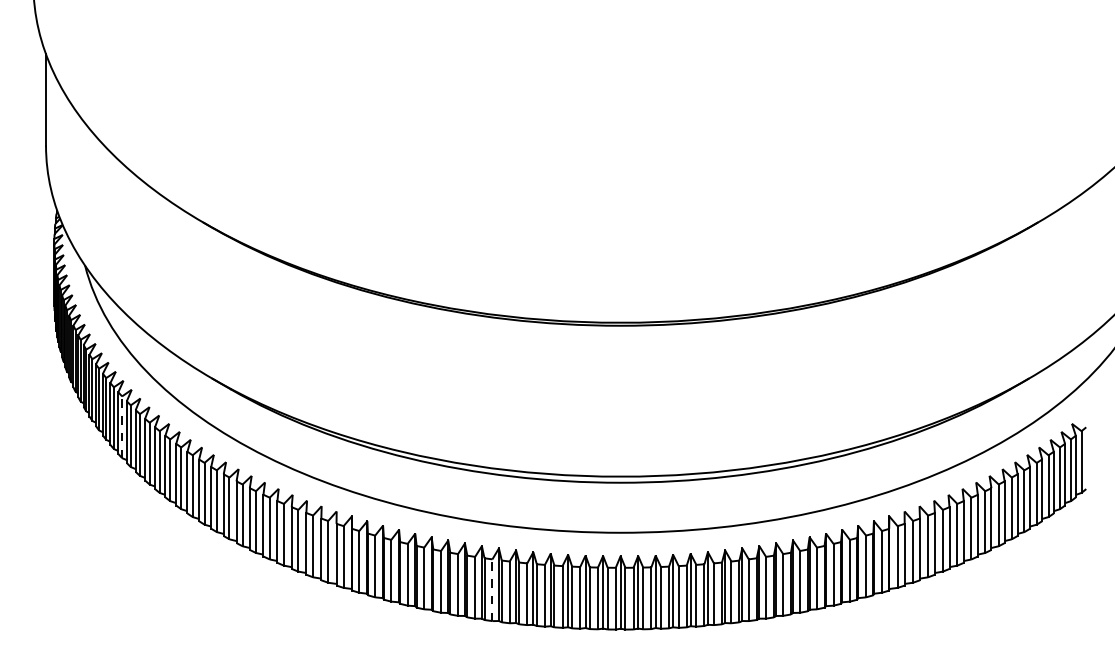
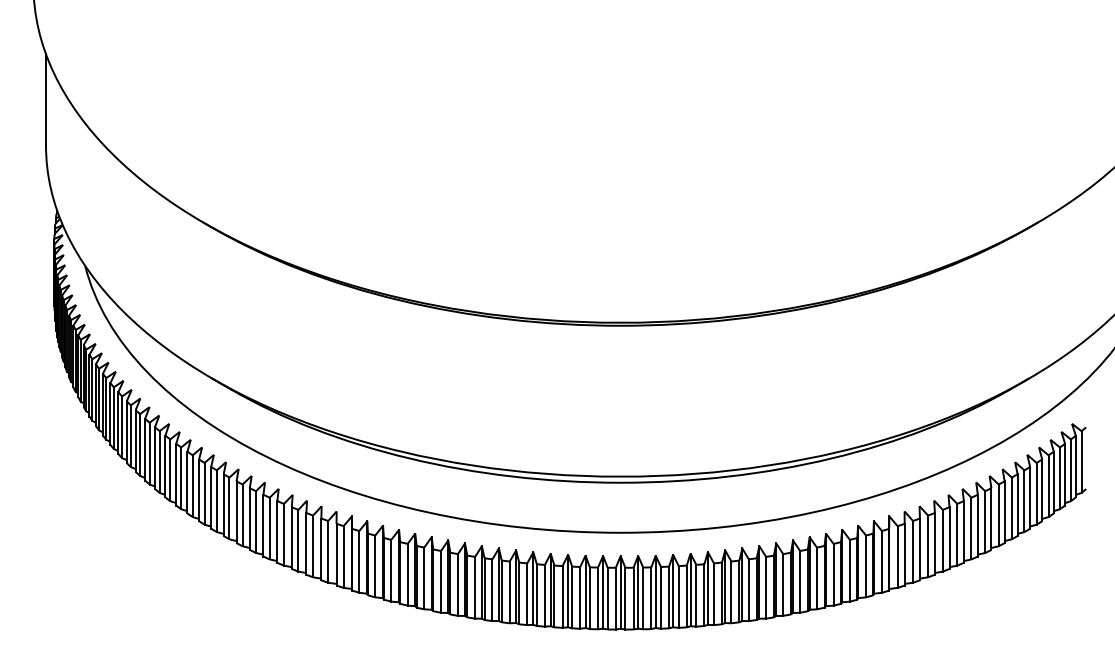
line at (122, 427): dashed -> solid
line at (492, 590): dashed -> solid
